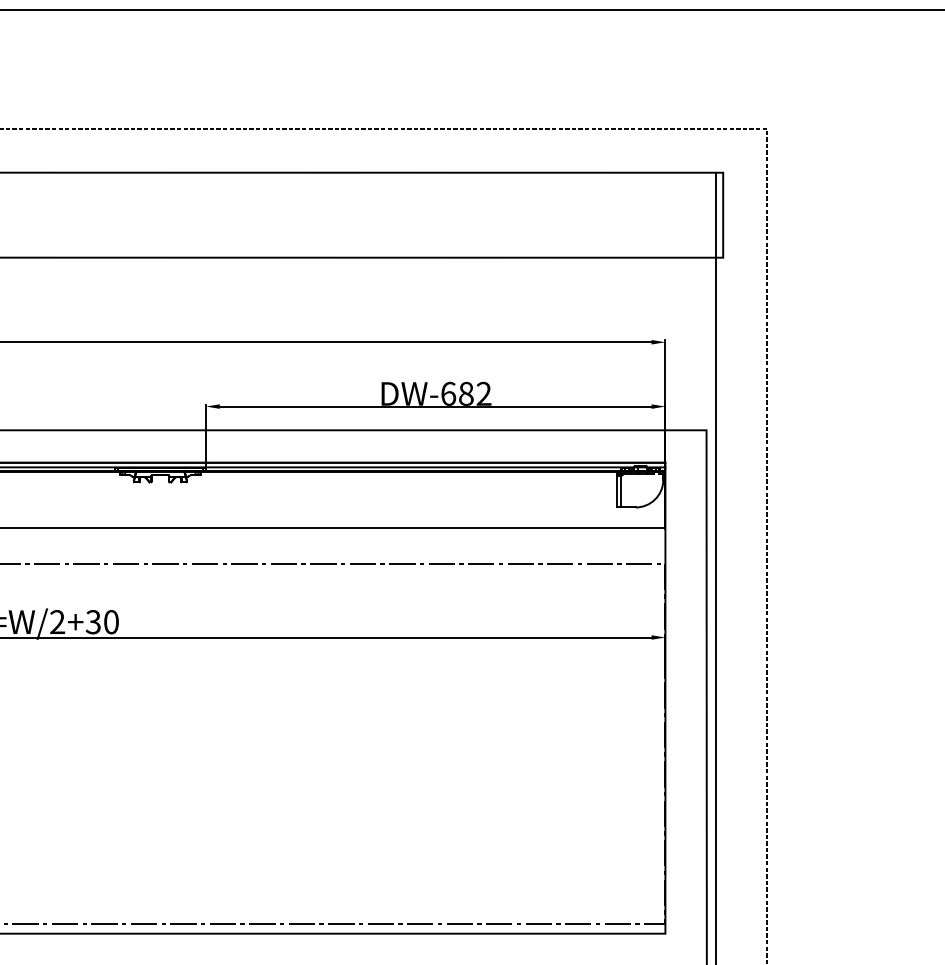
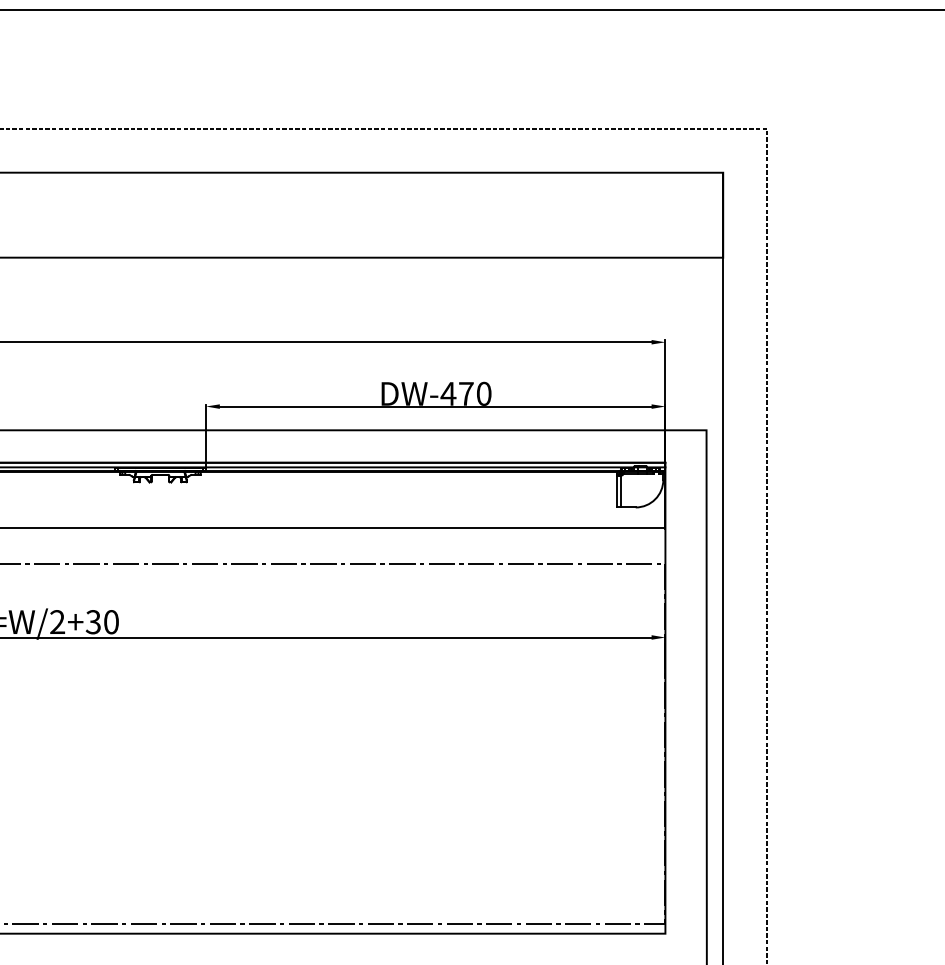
text at (465, 393): DW-682 -> DW-470
line at (716, 566) position: (716, 566) -> (723, 566)
